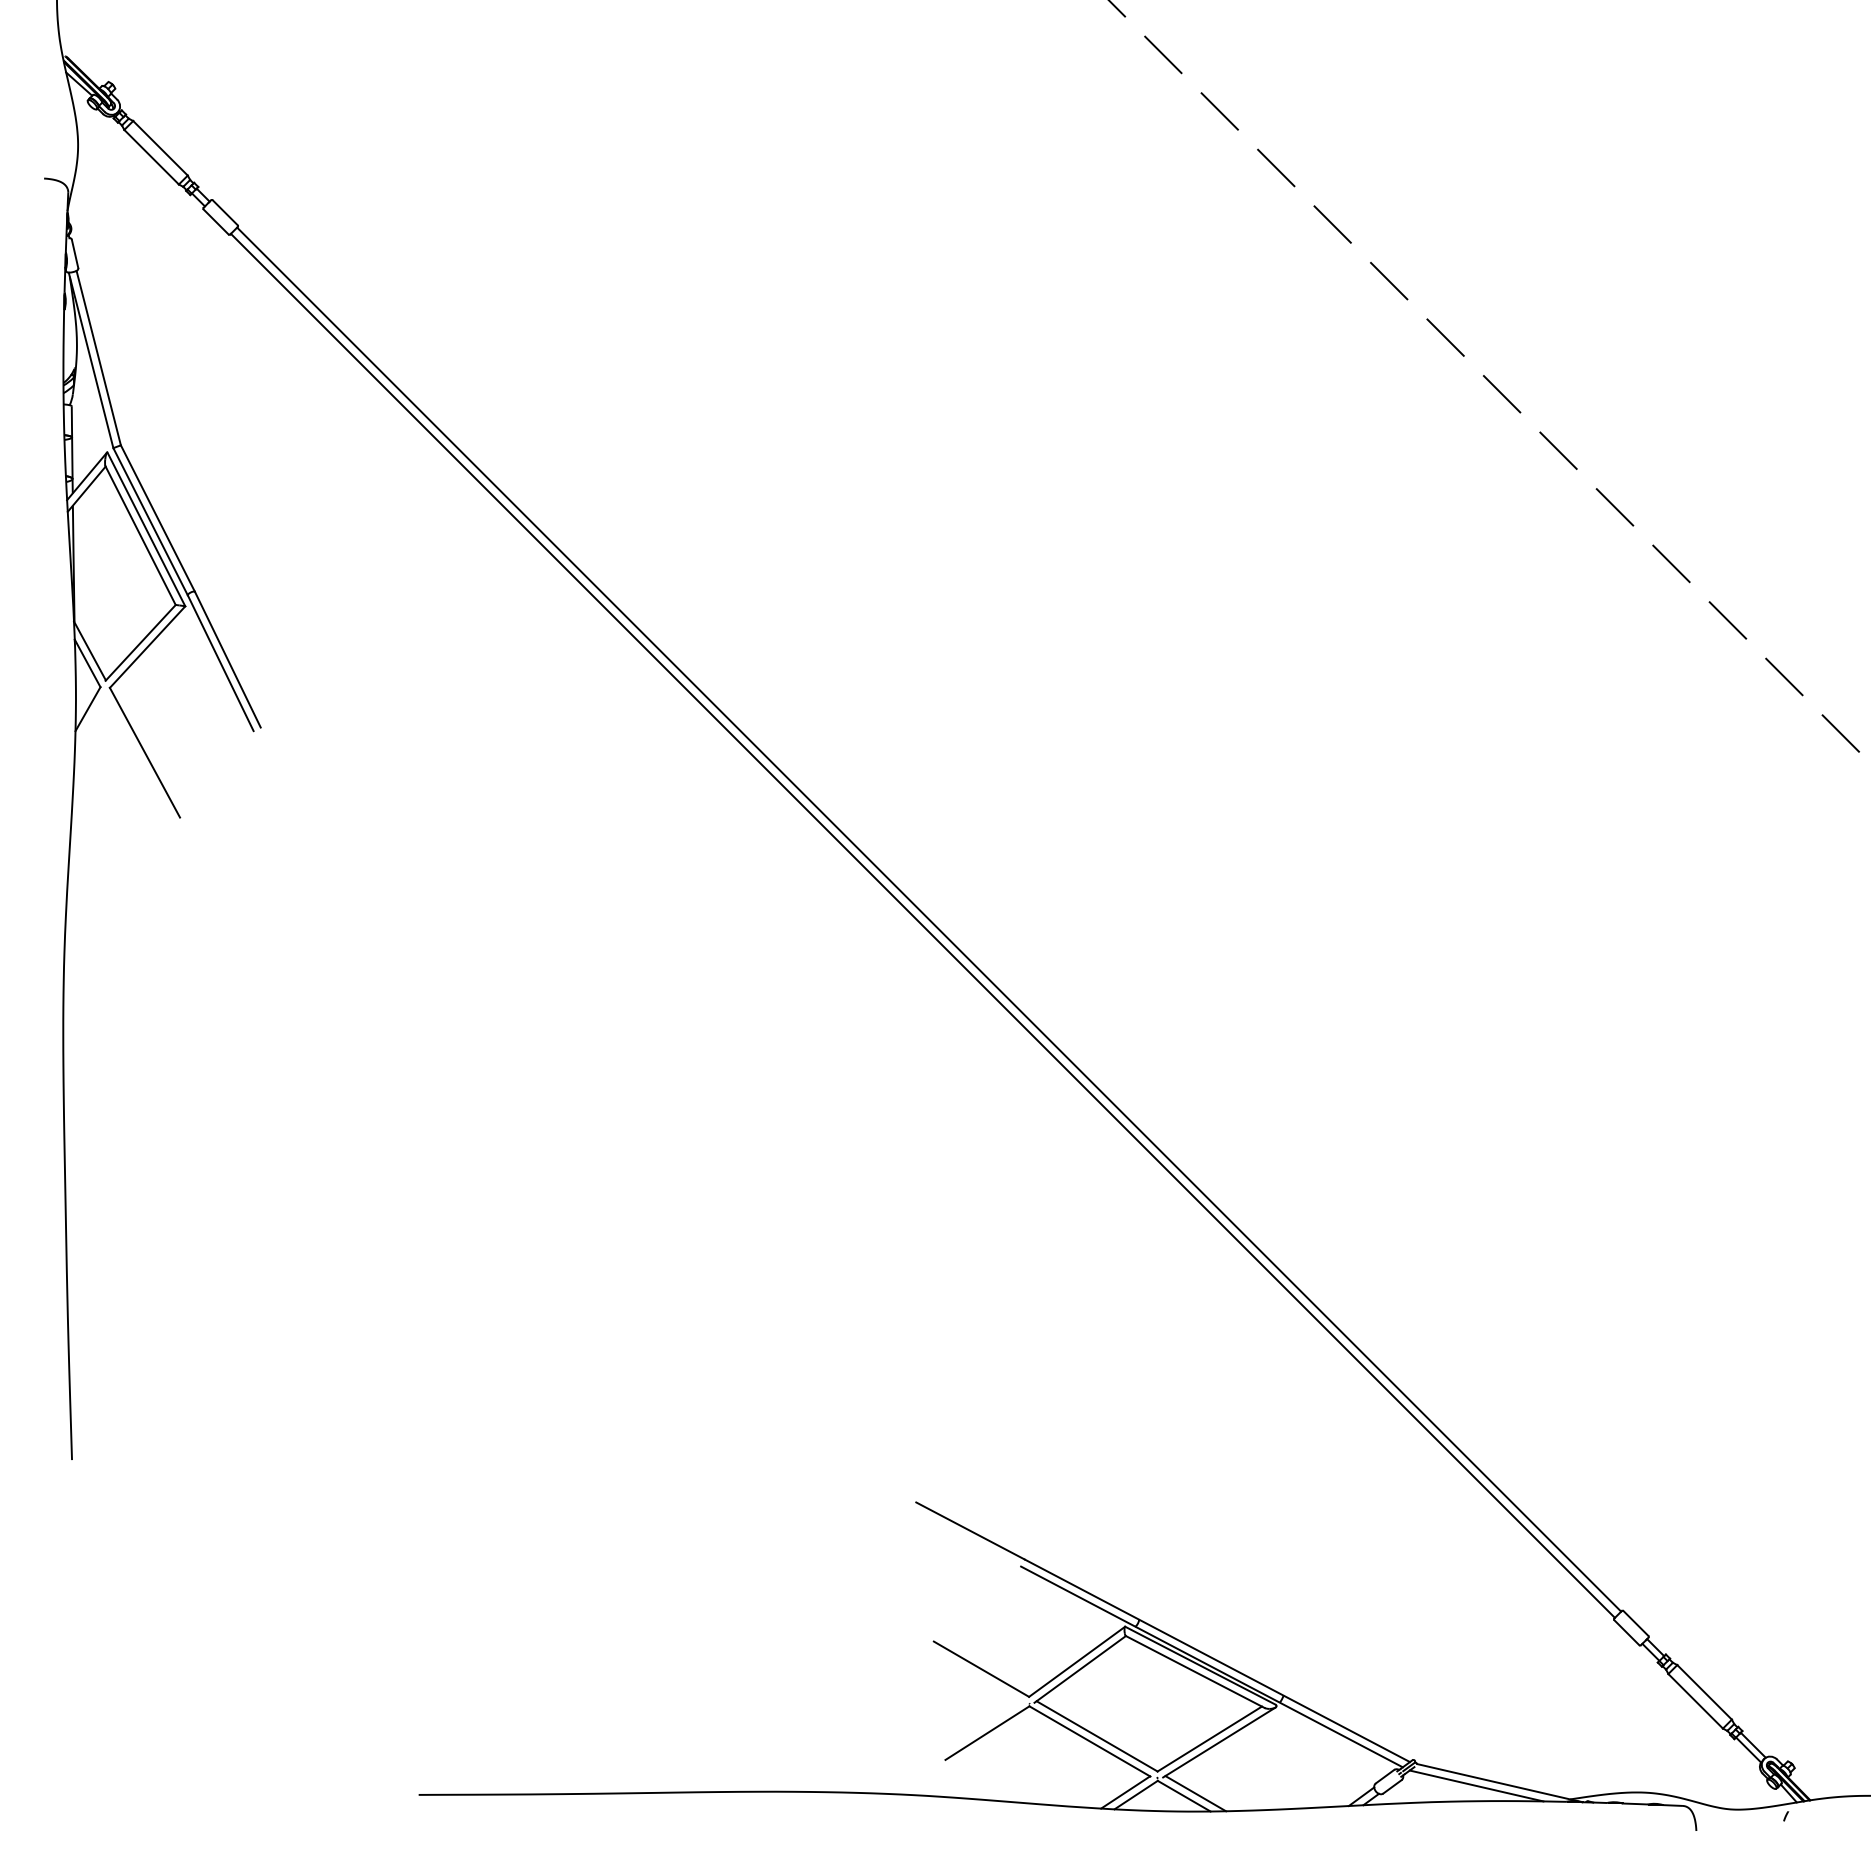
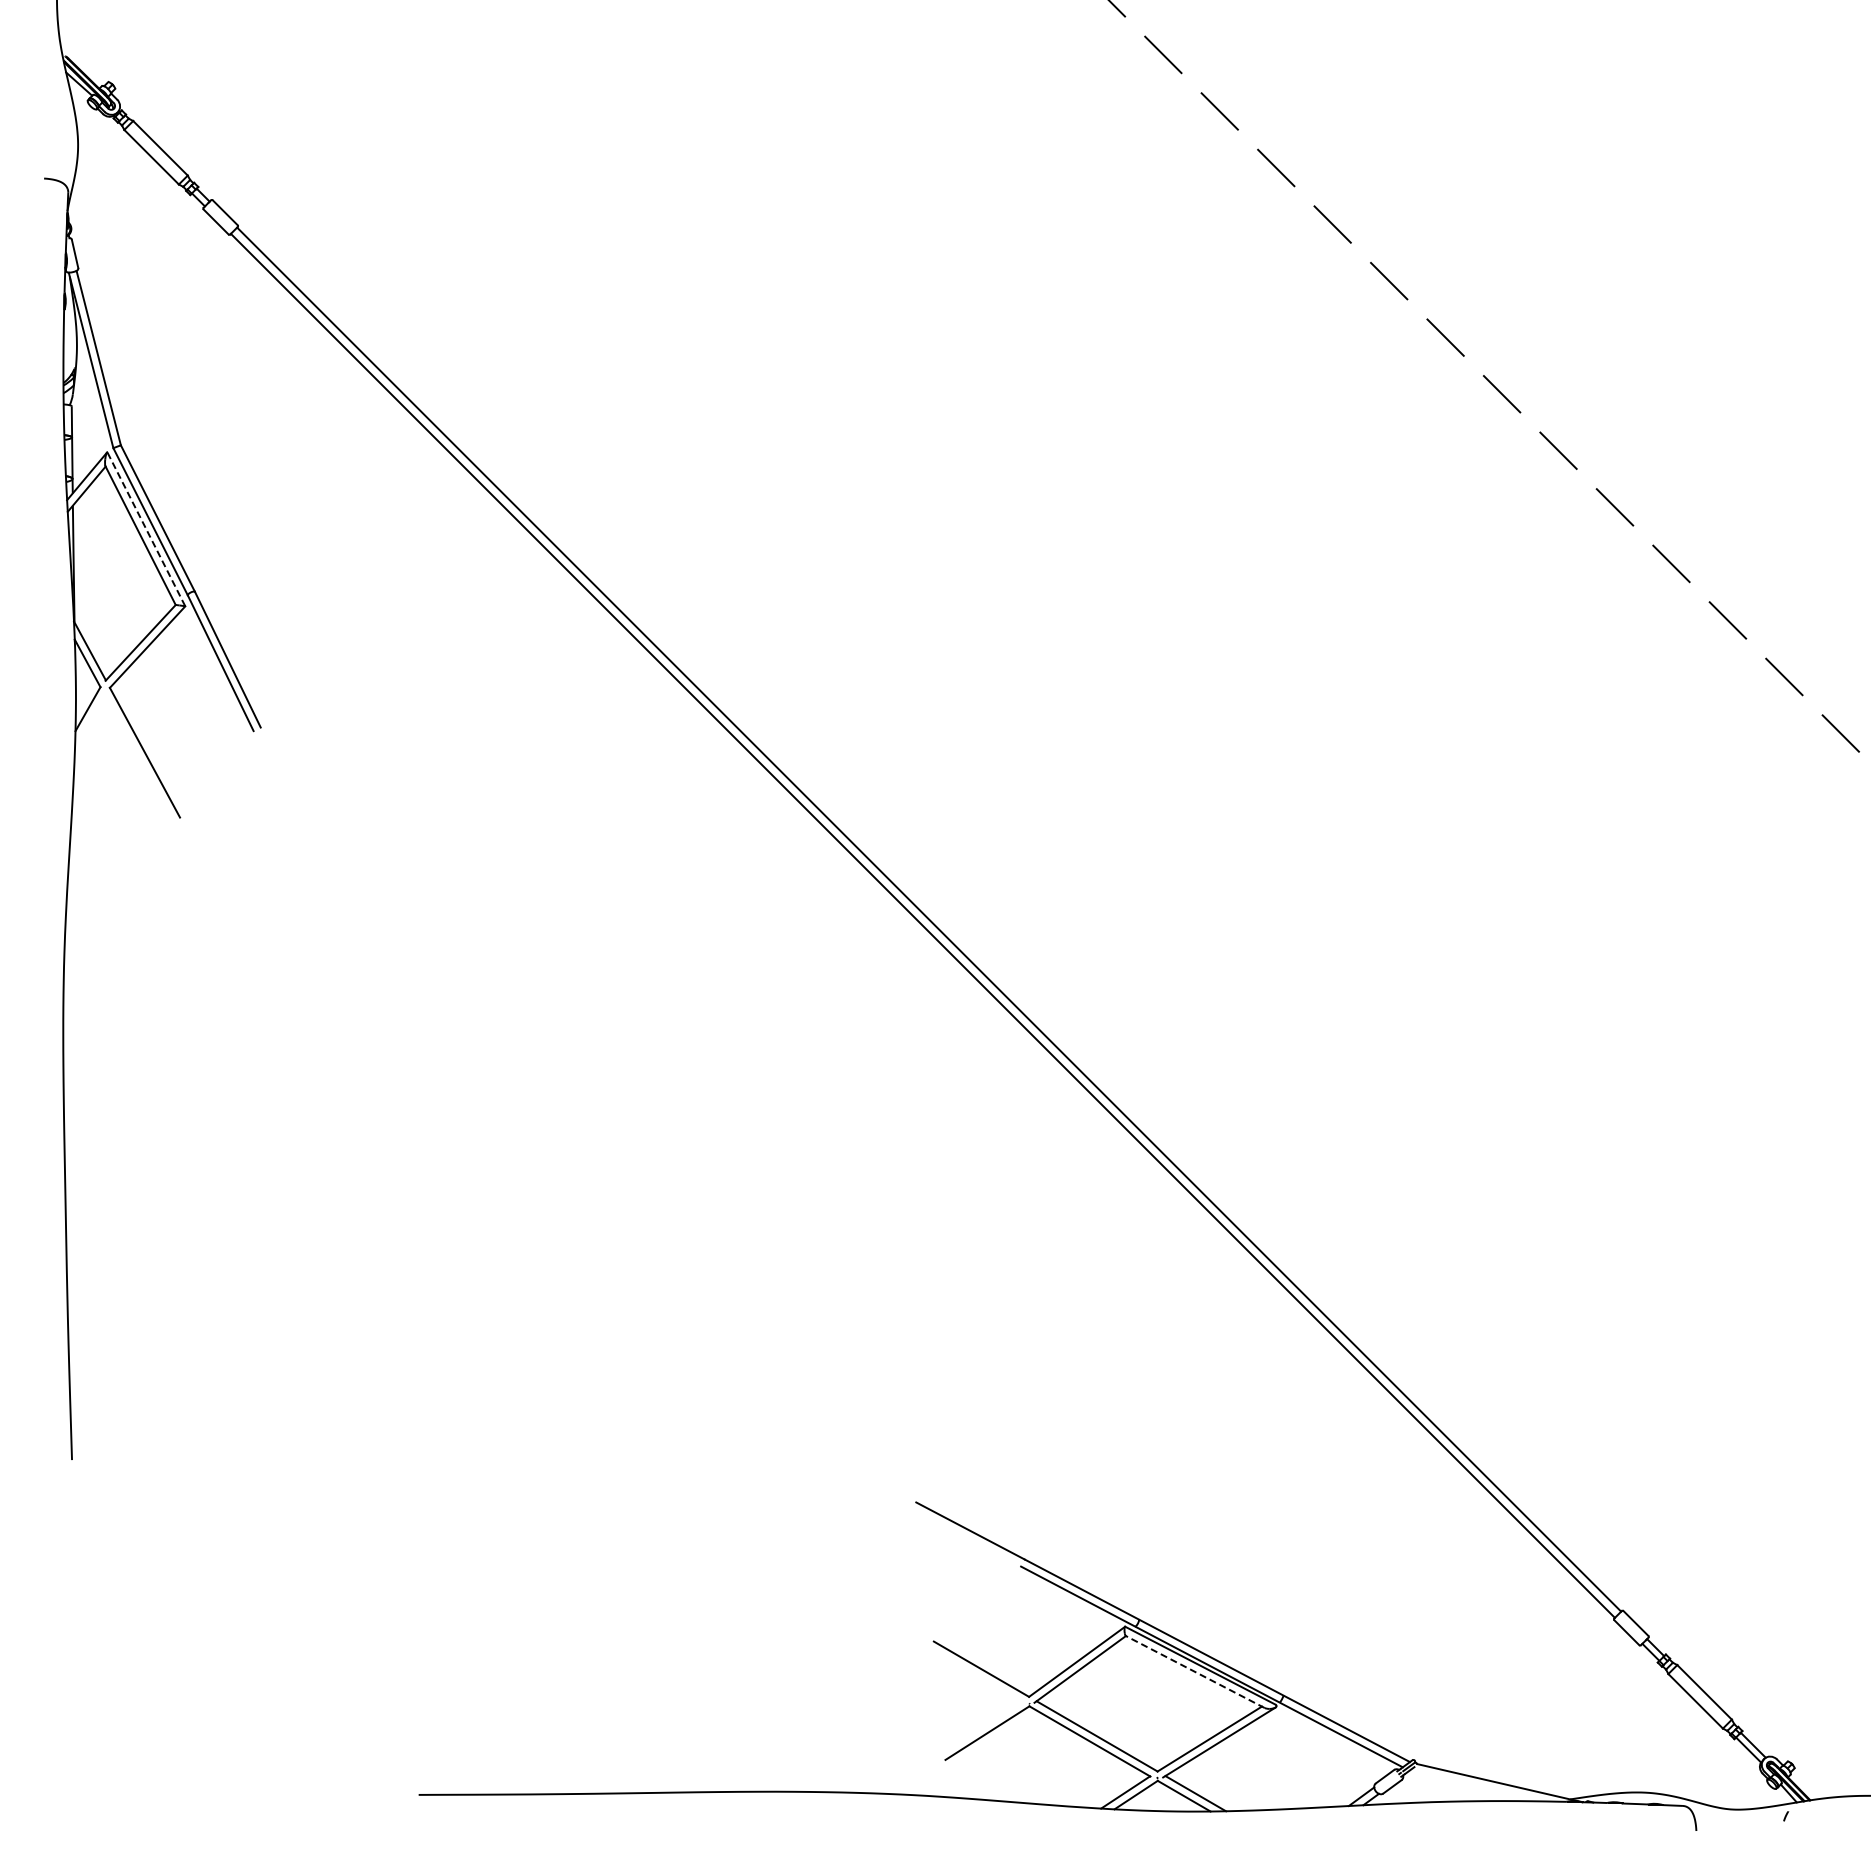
line at (146, 530): solid -> dashed
line at (1194, 1671): solid -> dashed
line at (1476, 1785): present -> none
